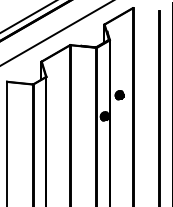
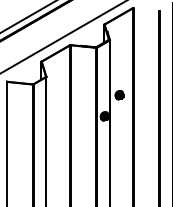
line at (56, 33) position: (56, 33) -> (62, 37)
